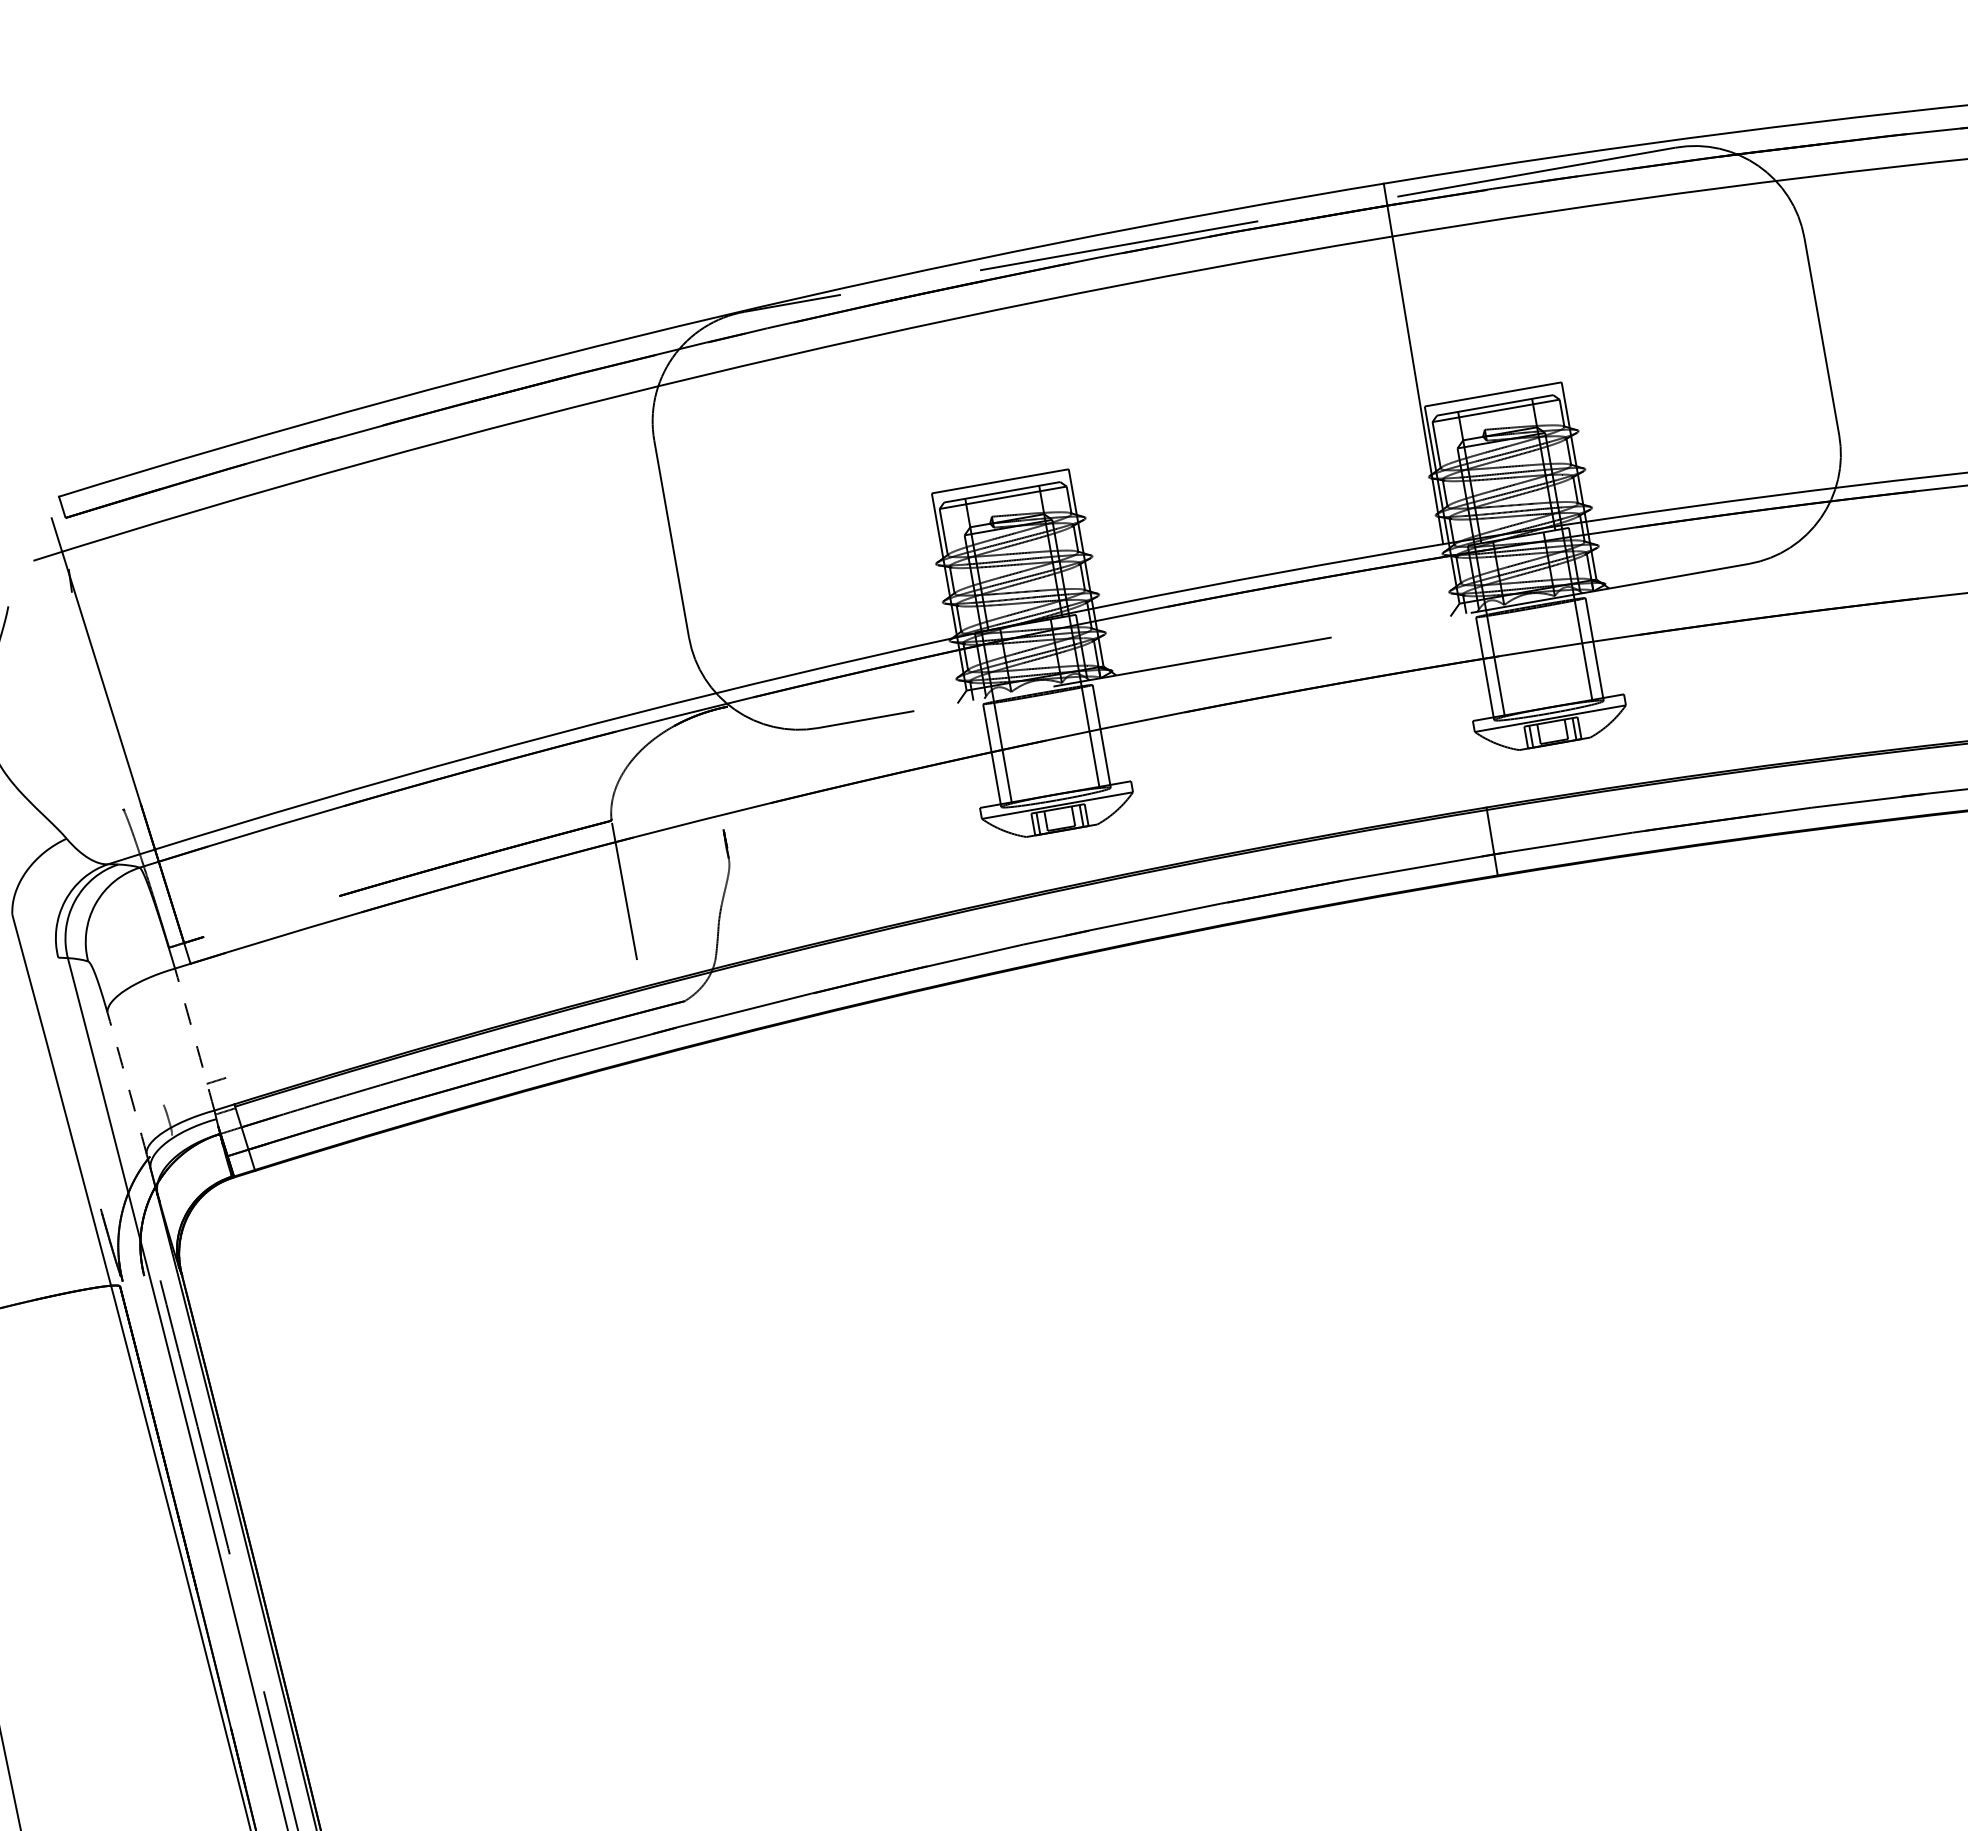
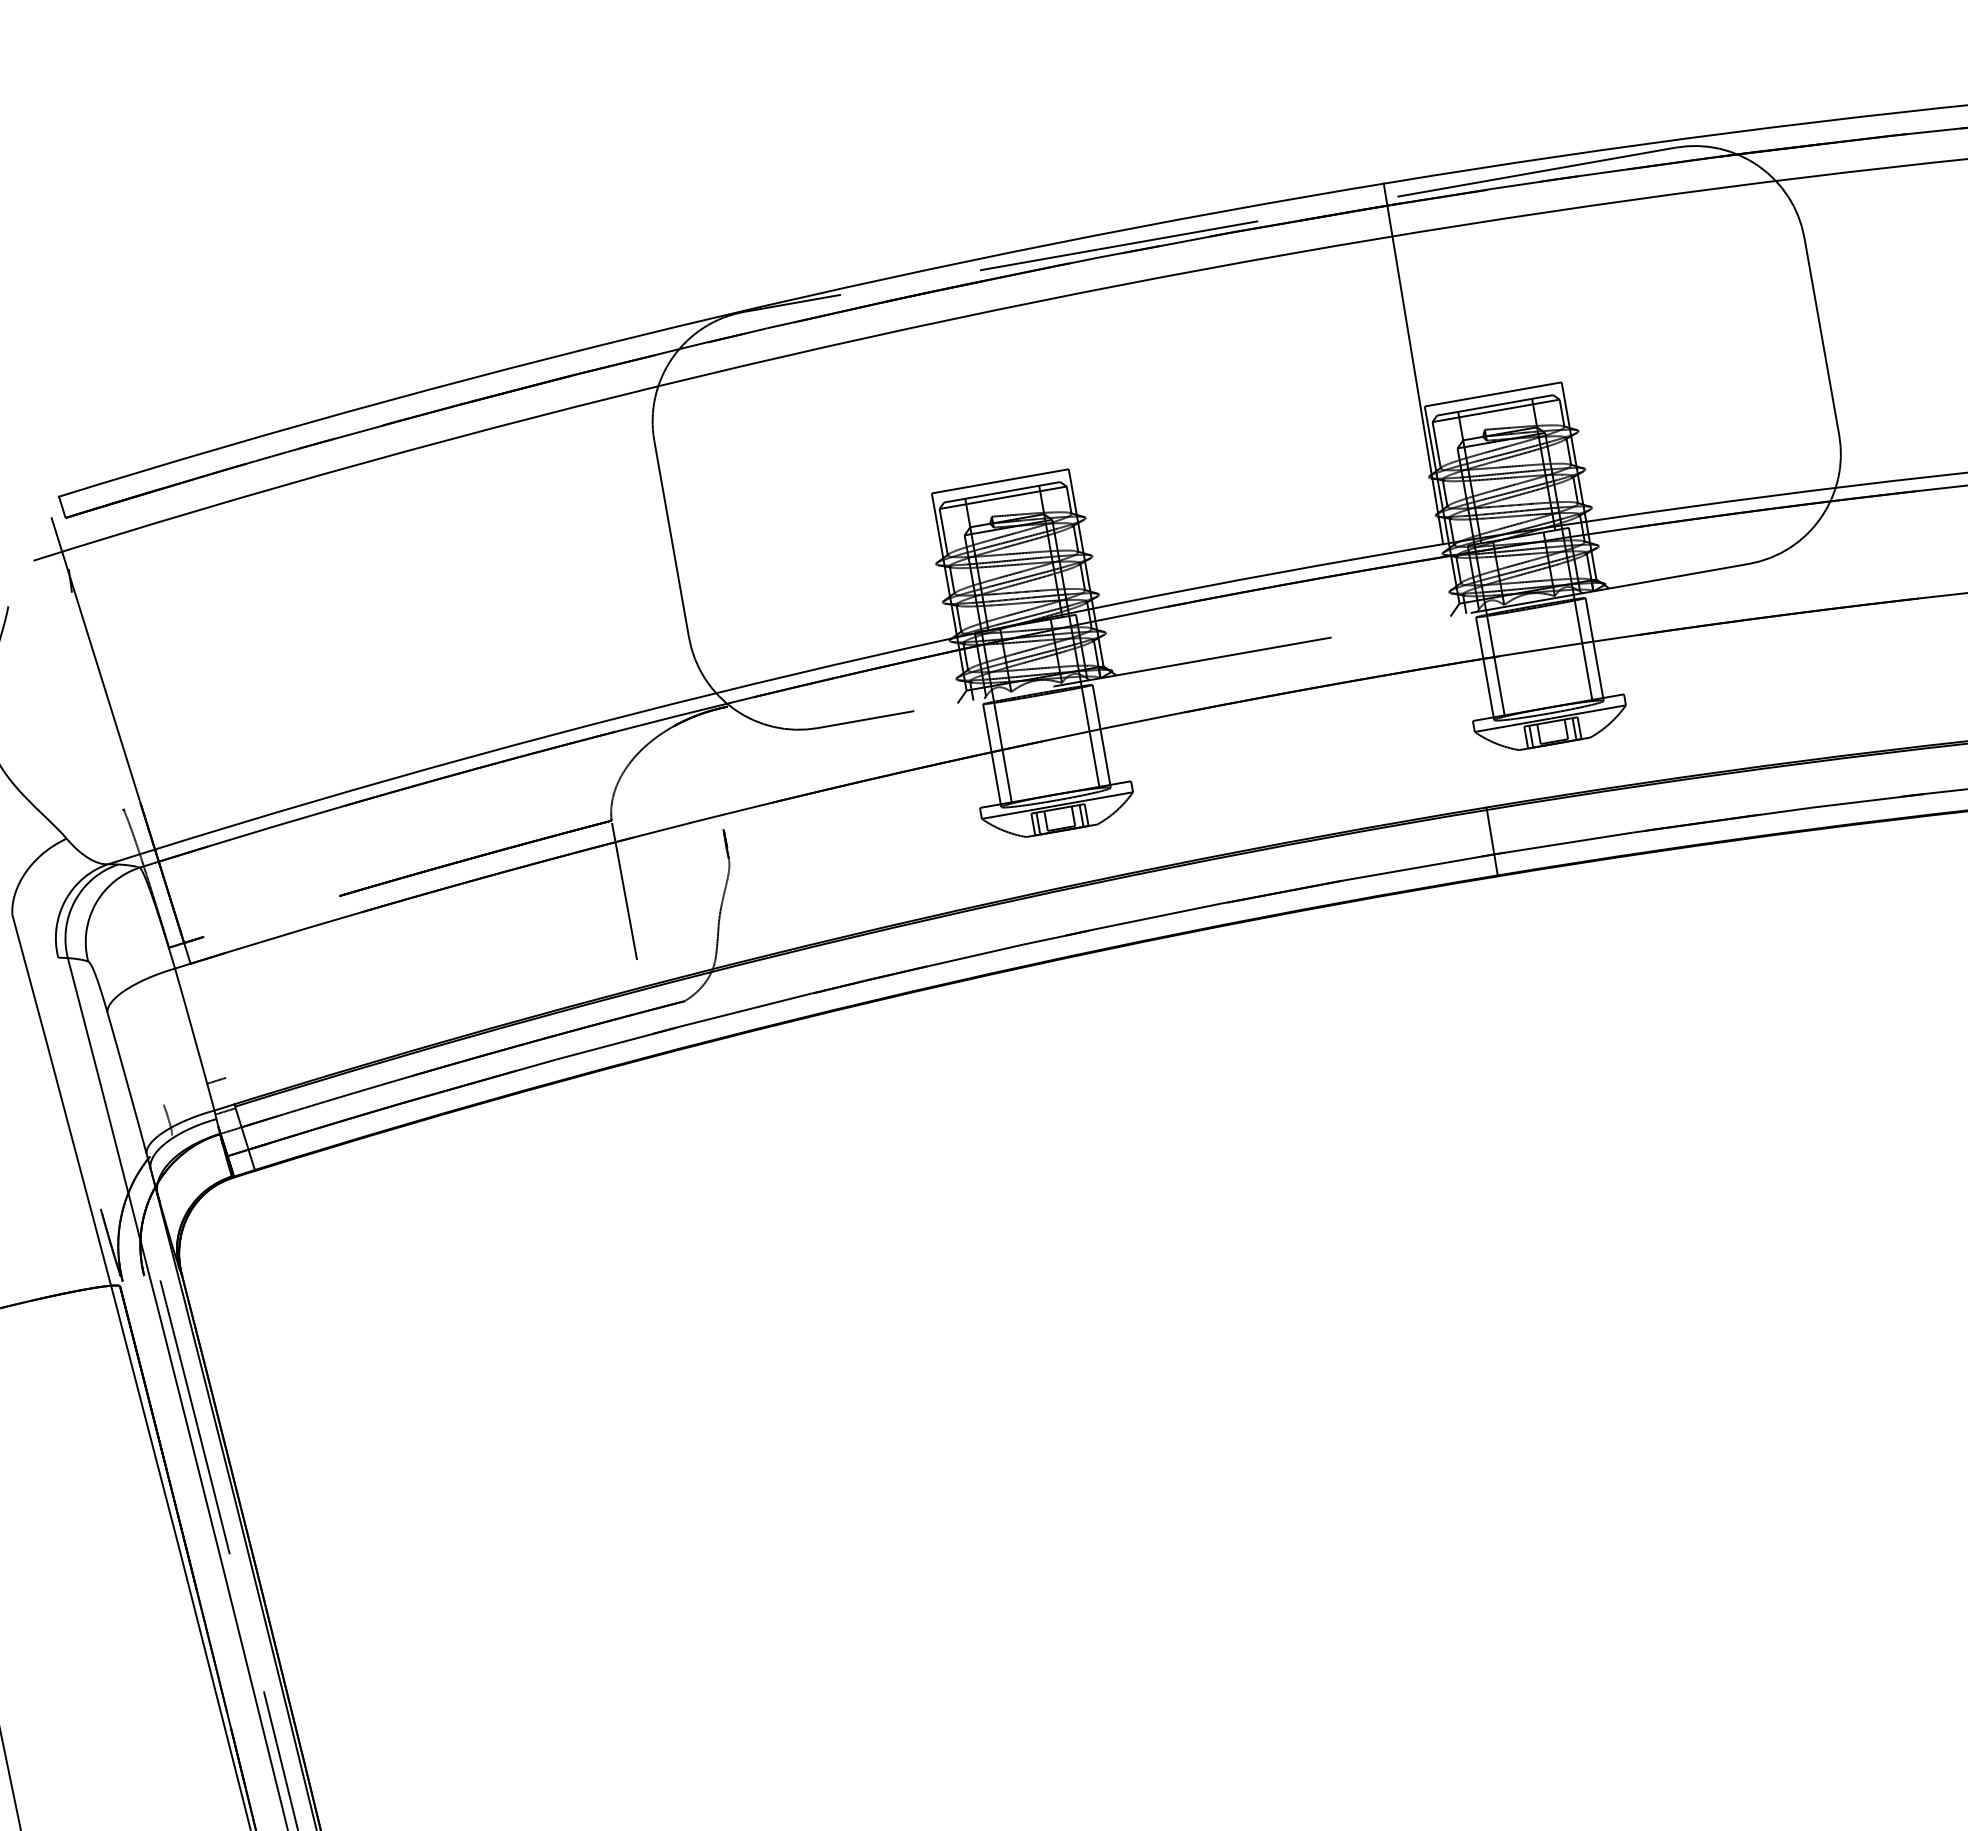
arc at (195, 1039): dashed -> solid
arc at (127, 1083): dashed -> solid
